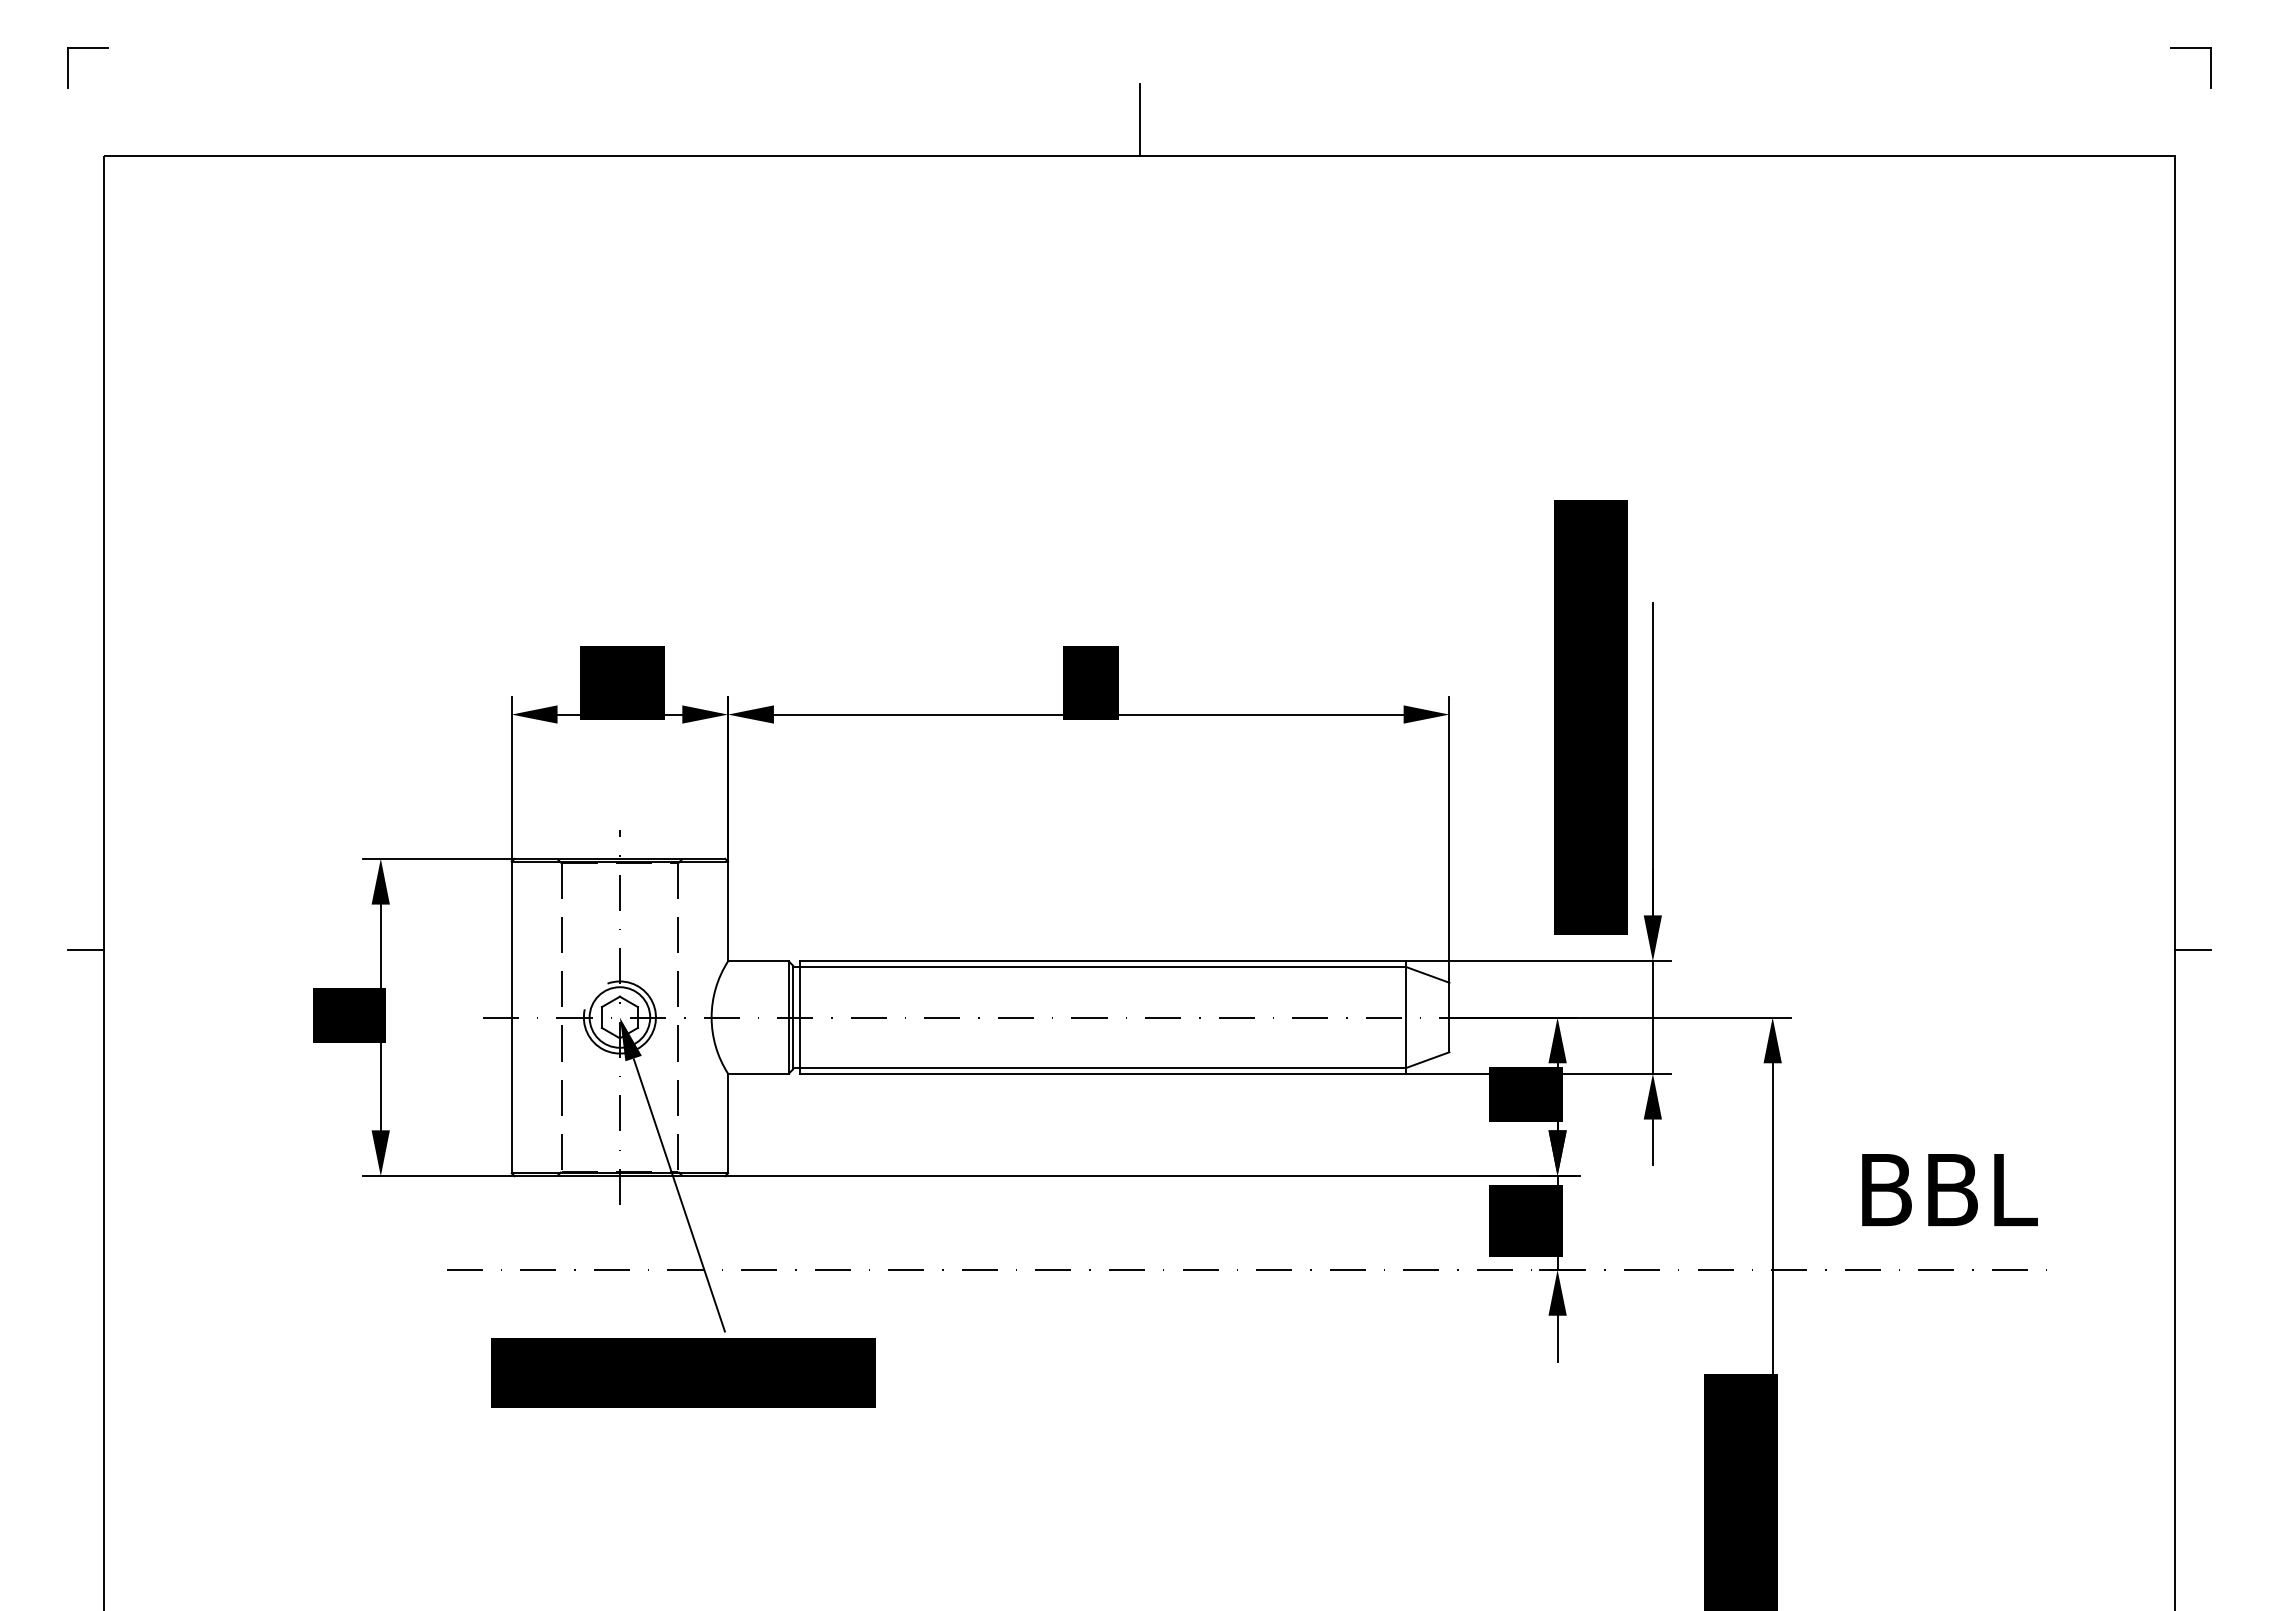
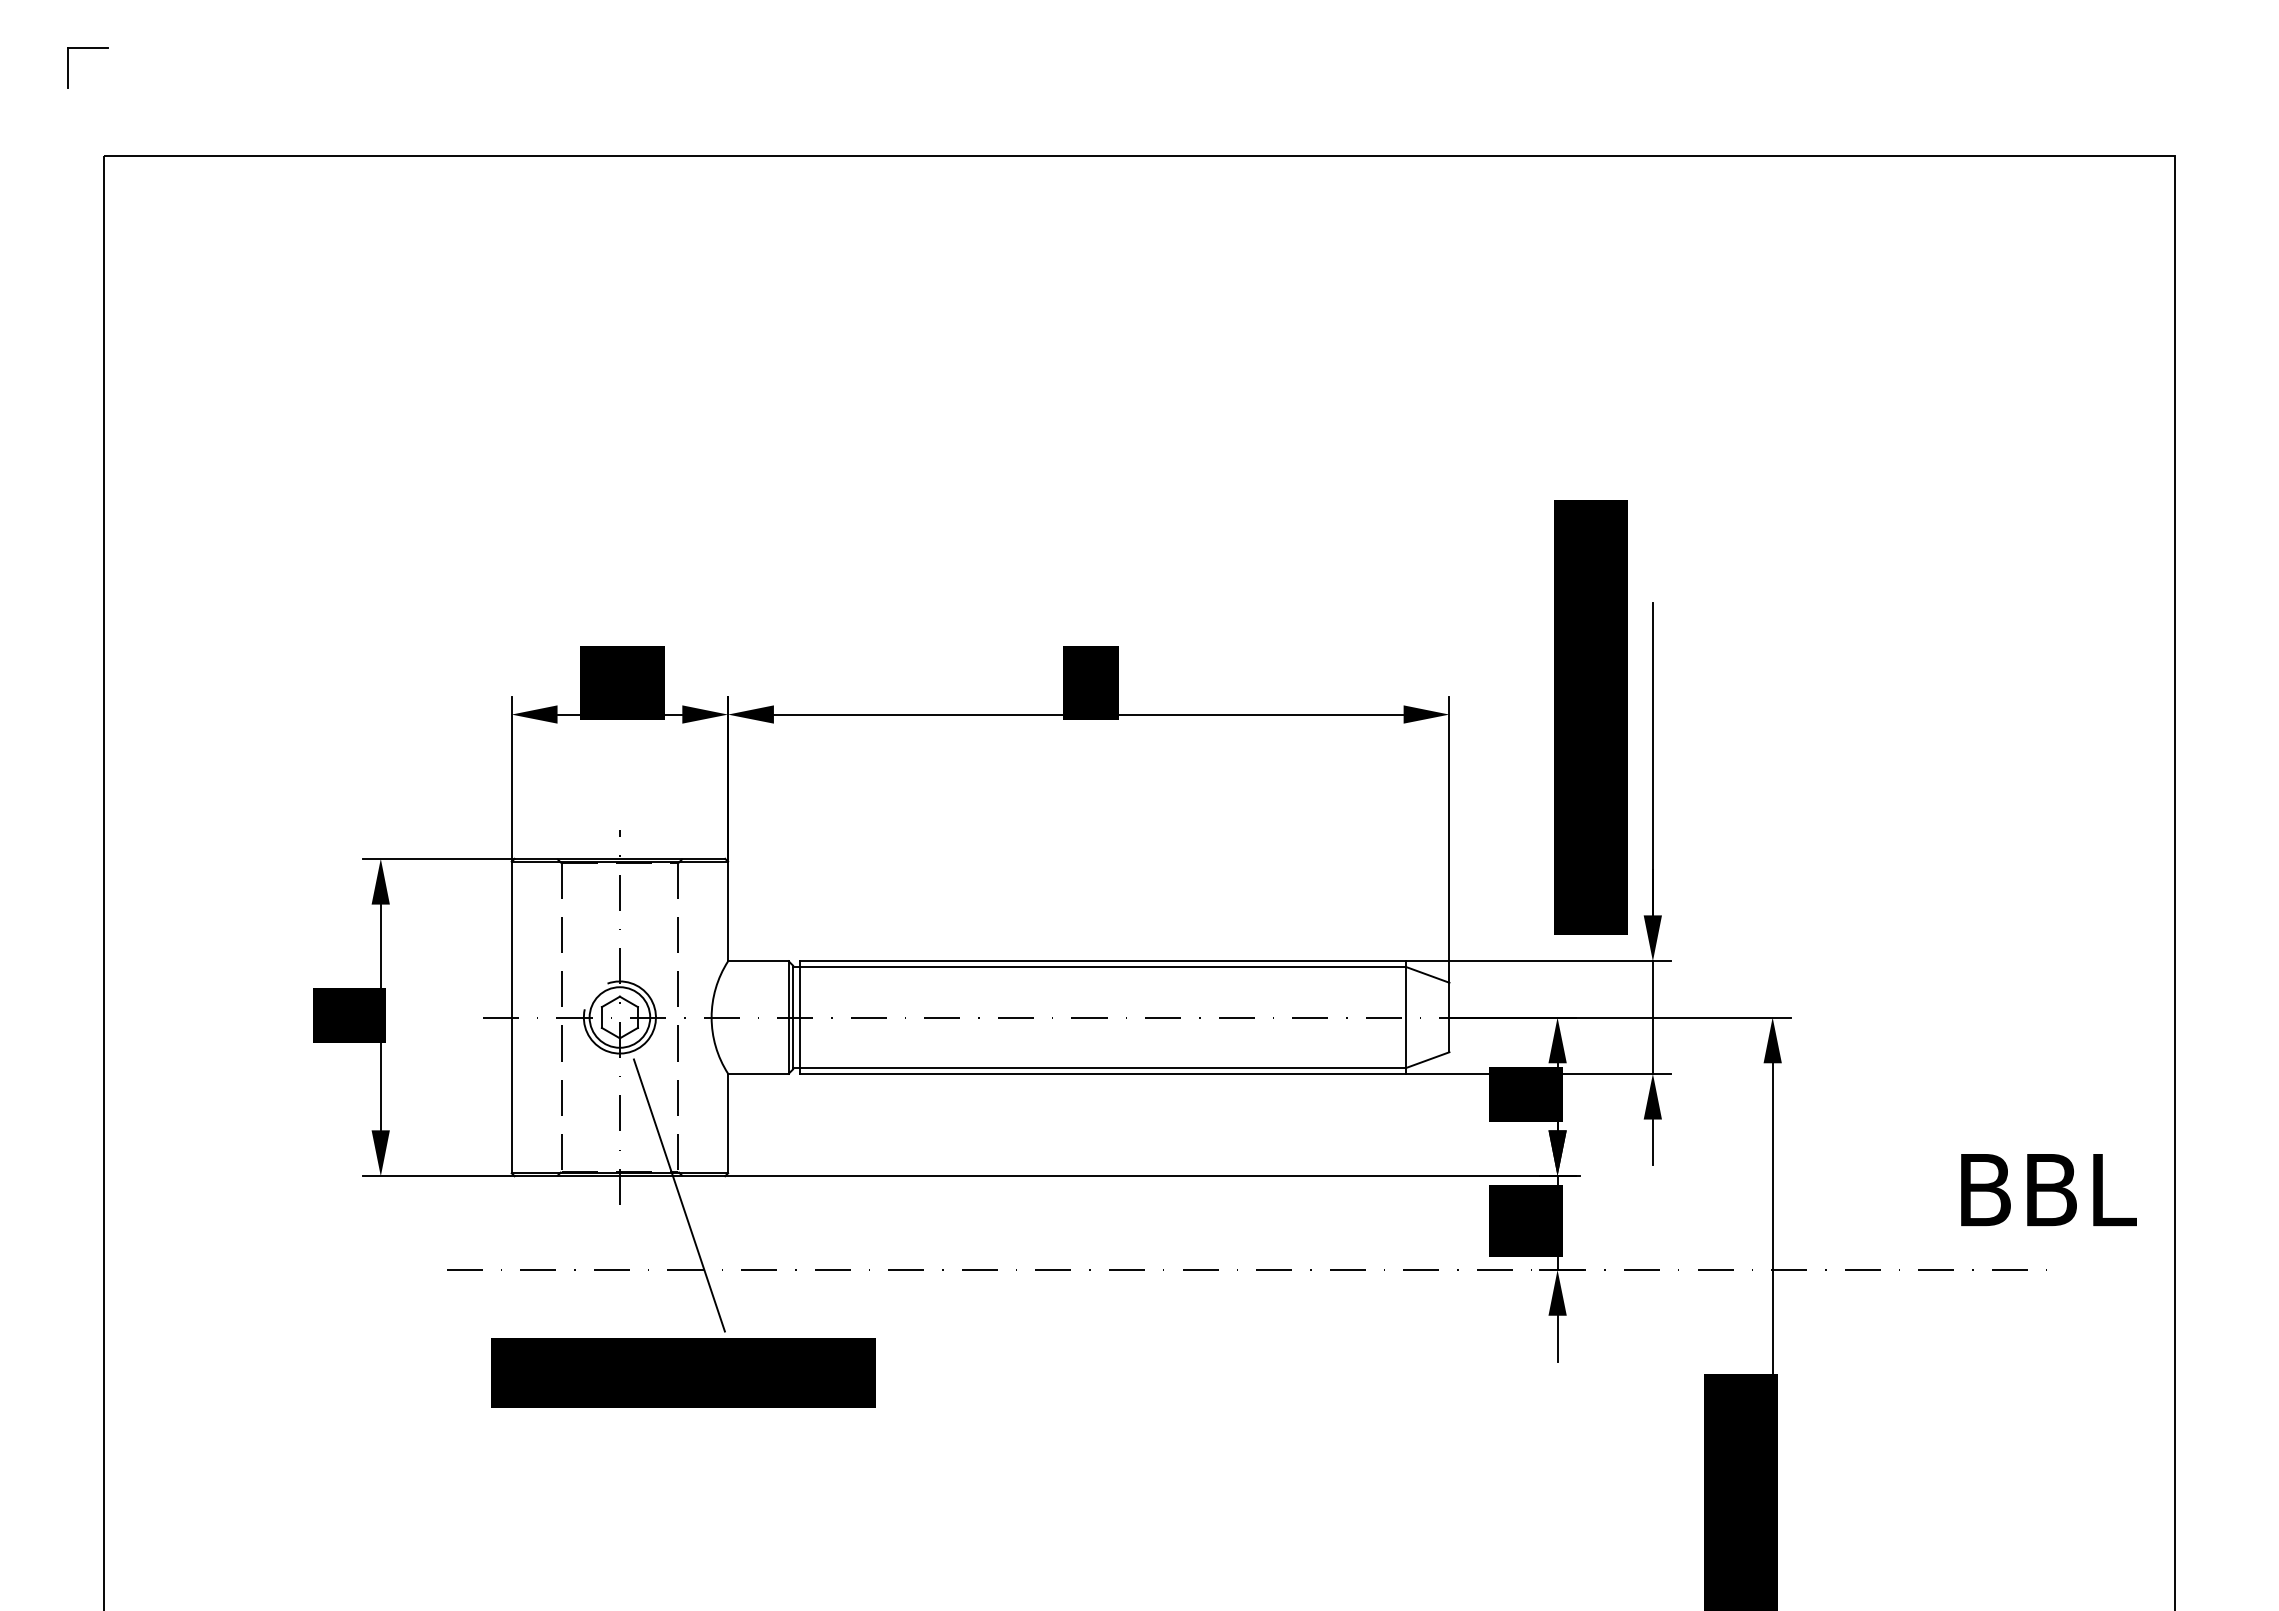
part at (2190, 48): present -> none
line at (1139, 120): present -> none
line at (86, 949): present -> none
line at (2192, 949): present -> none
fill at (630, 1039): present -> none
text at (1949, 1189) position: (1949, 1189) -> (2048, 1189)
